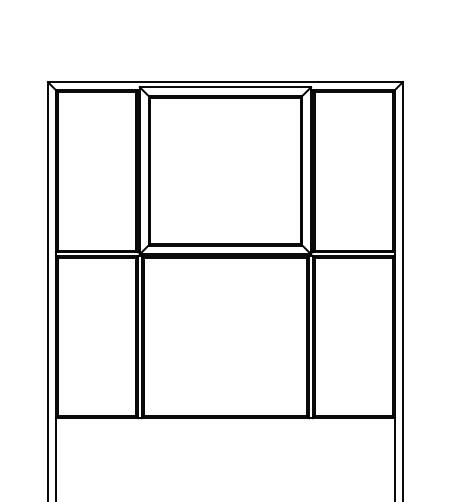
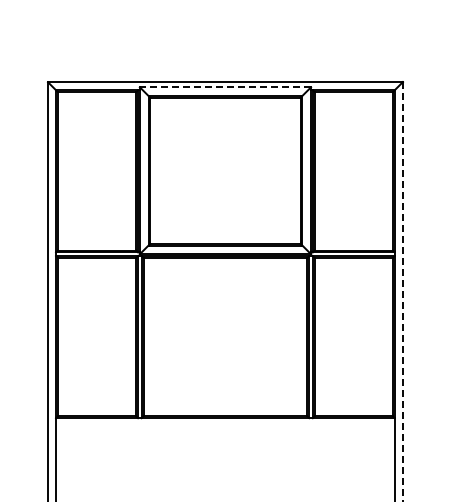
line at (225, 87): solid -> dashed
line at (402, 291): solid -> dashed
